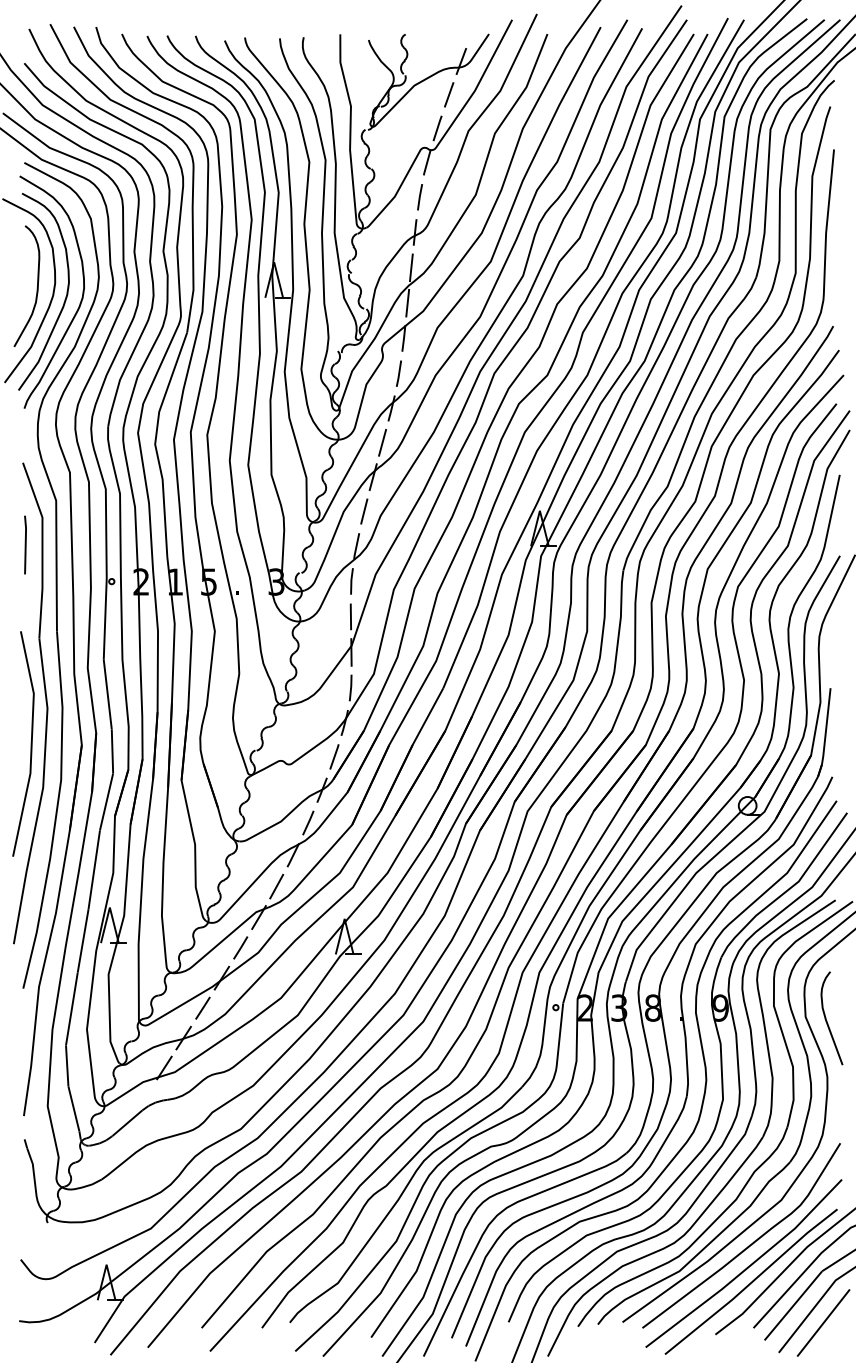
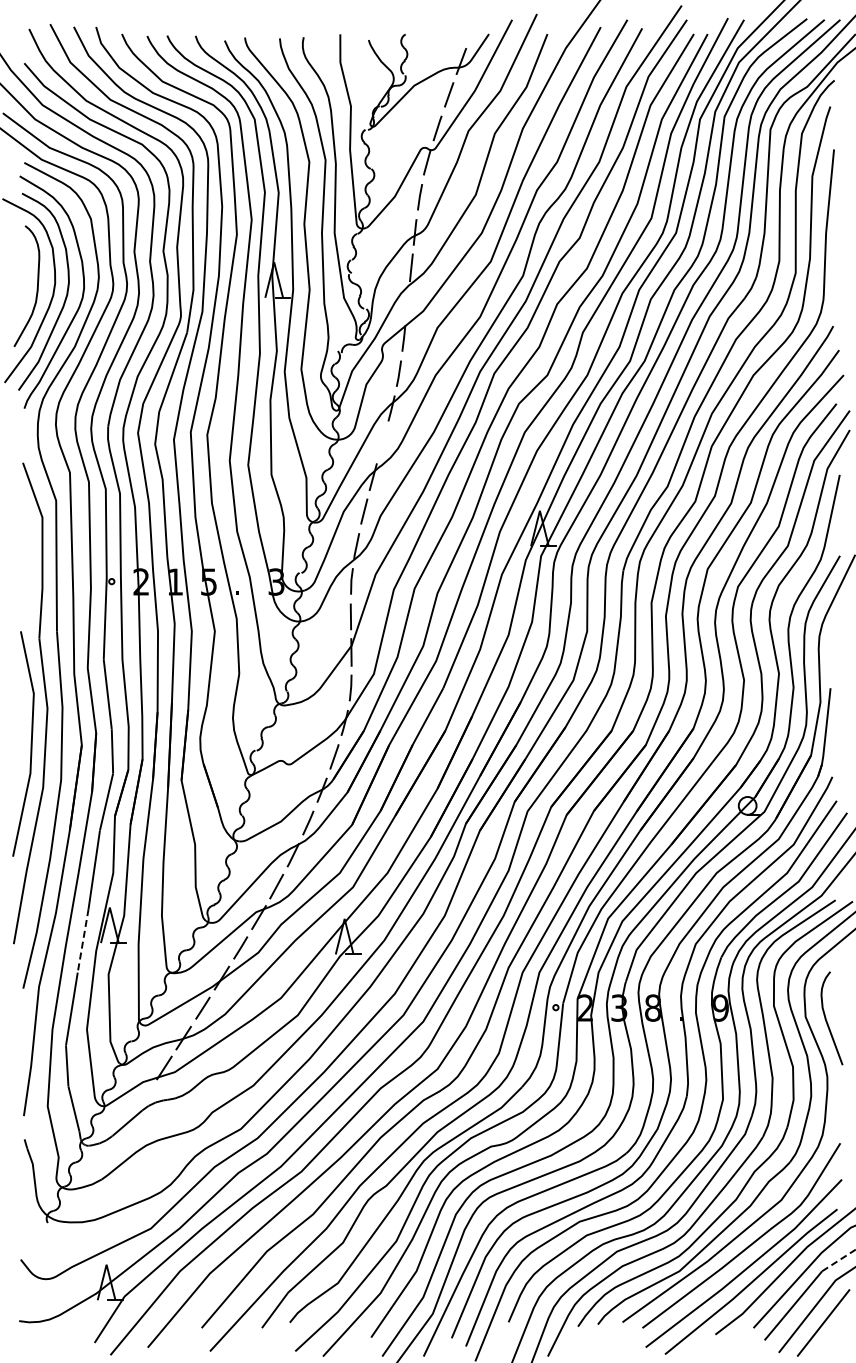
line at (407, 302): present -> none
line at (382, 442): present -> none
line at (25, 544): present -> none
line at (83, 941): solid -> dashed
line at (838, 1260): solid -> dashed
